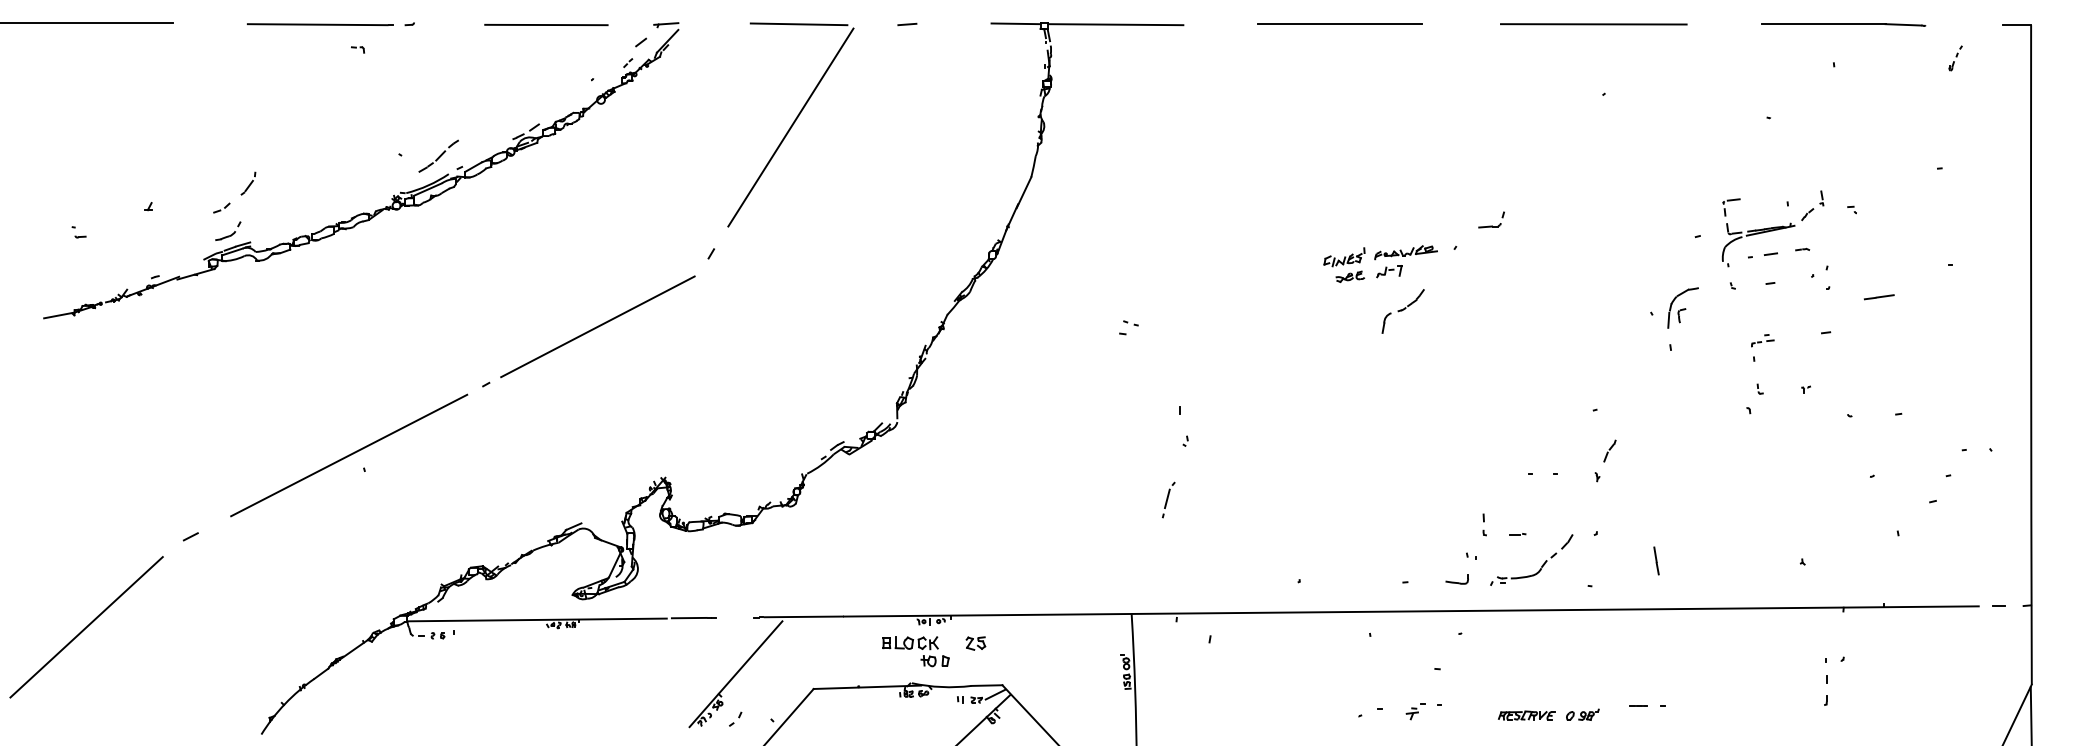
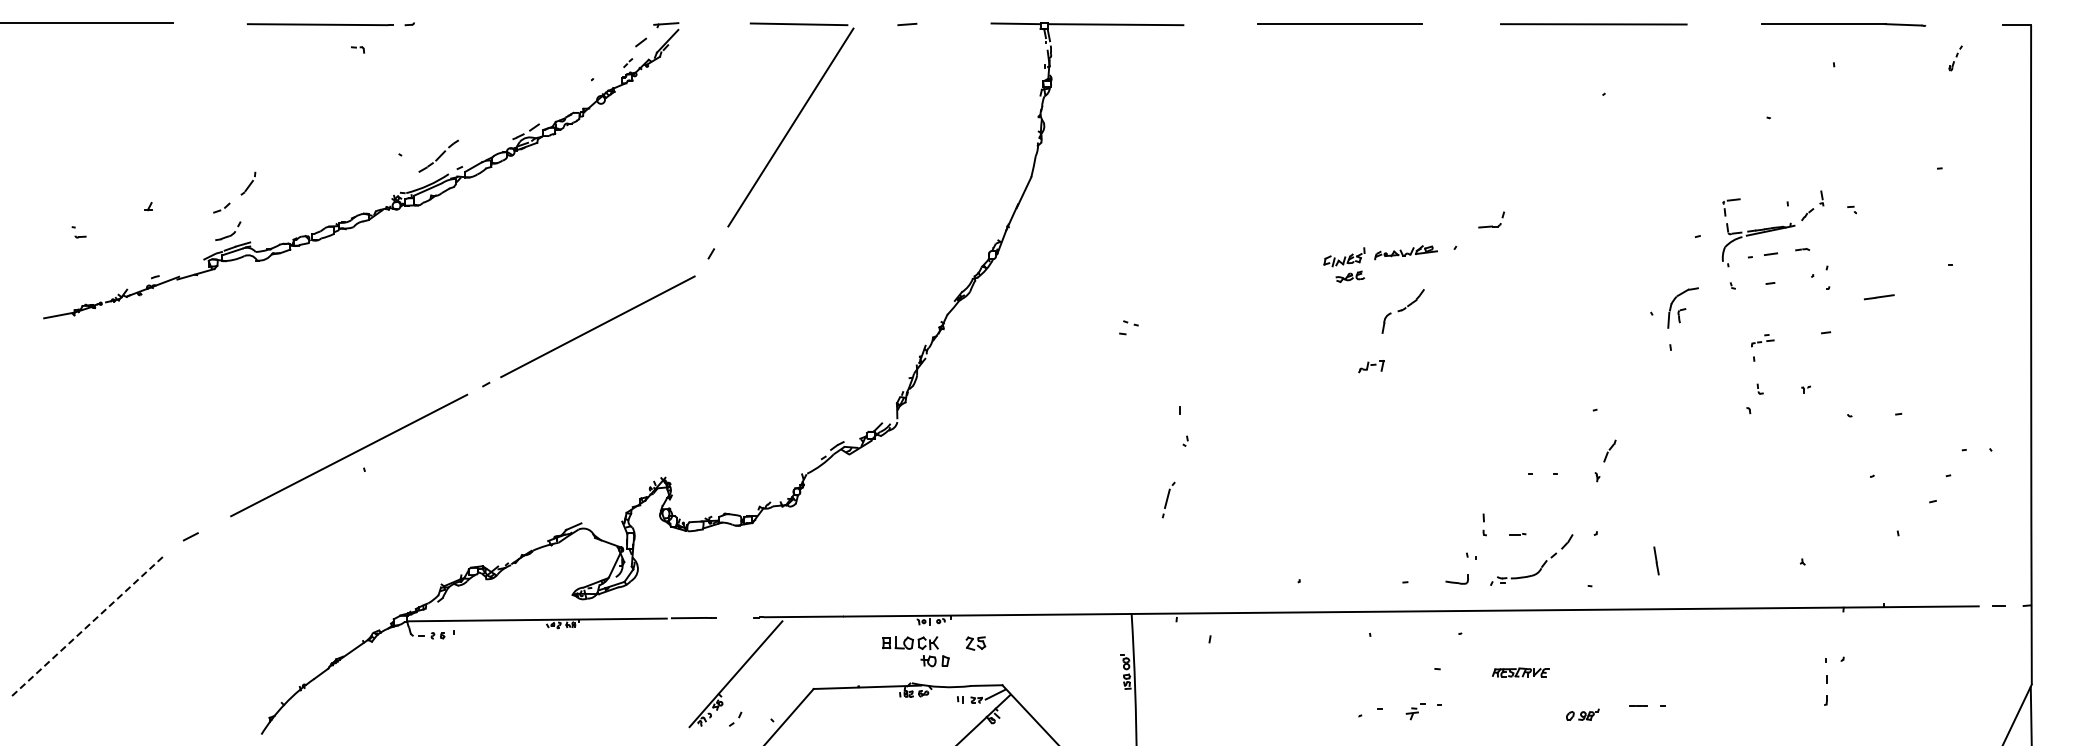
line at (546, 24): present -> none
part at (1389, 271) position: (1389, 271) -> (1371, 366)
line at (86, 627): solid -> dashed
part at (1526, 715) position: (1526, 715) -> (1520, 672)
